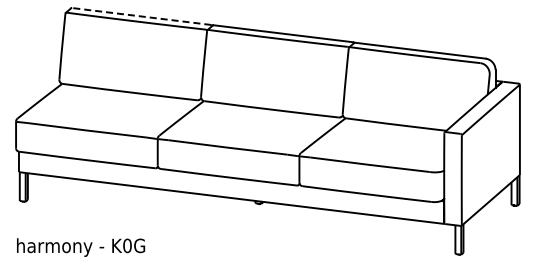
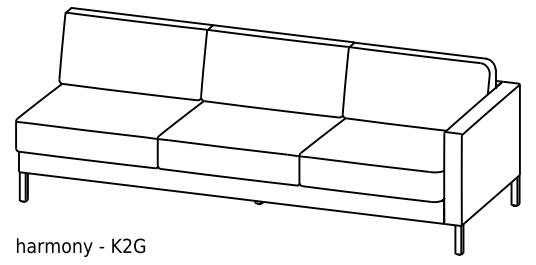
line at (141, 16): dashed -> solid
text at (127, 245): K0G -> K2G
